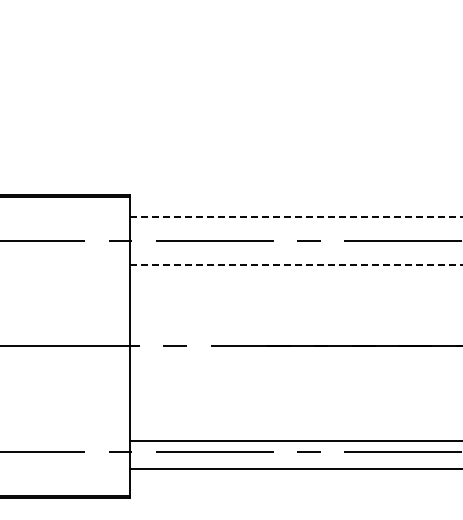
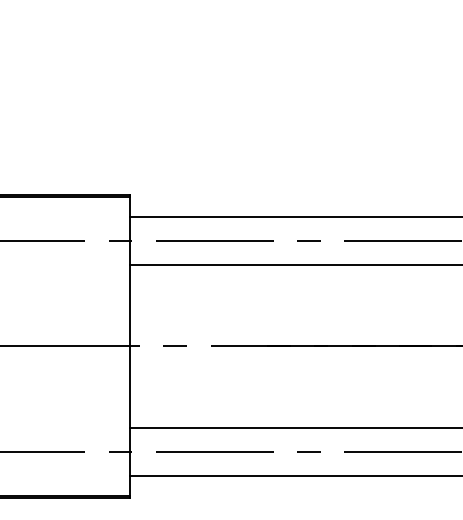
line at (296, 216): dashed -> solid
line at (296, 265): dashed -> solid
line at (294, 440) position: (294, 440) -> (294, 427)
line at (294, 469) position: (294, 469) -> (294, 476)
